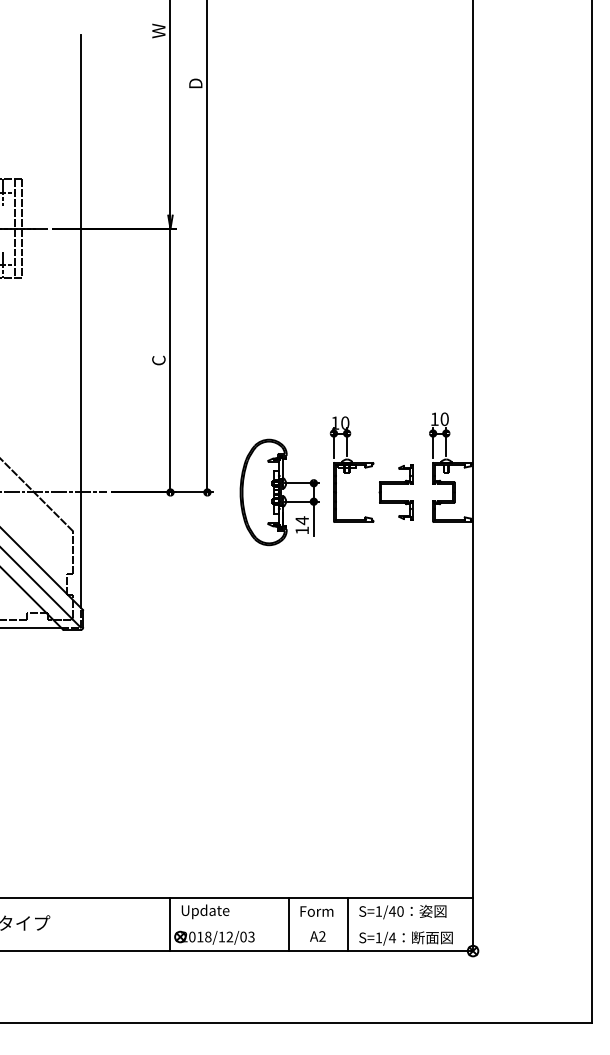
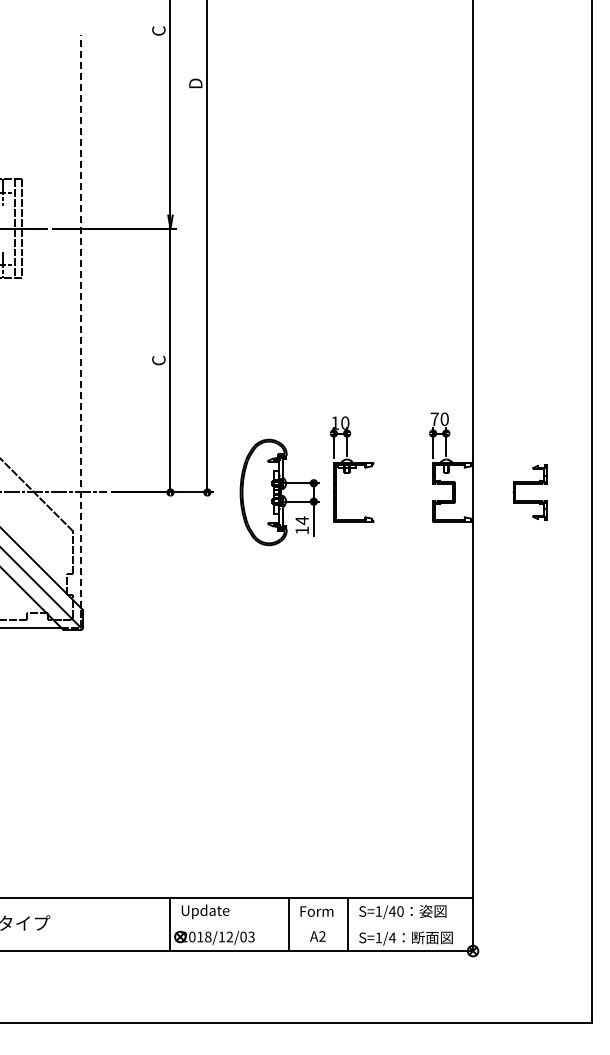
text at (158, 30): W -> C
line at (80, 320): solid -> dashed
text at (434, 418): 10 -> 70
part at (395, 484) position: (395, 484) -> (529, 484)
